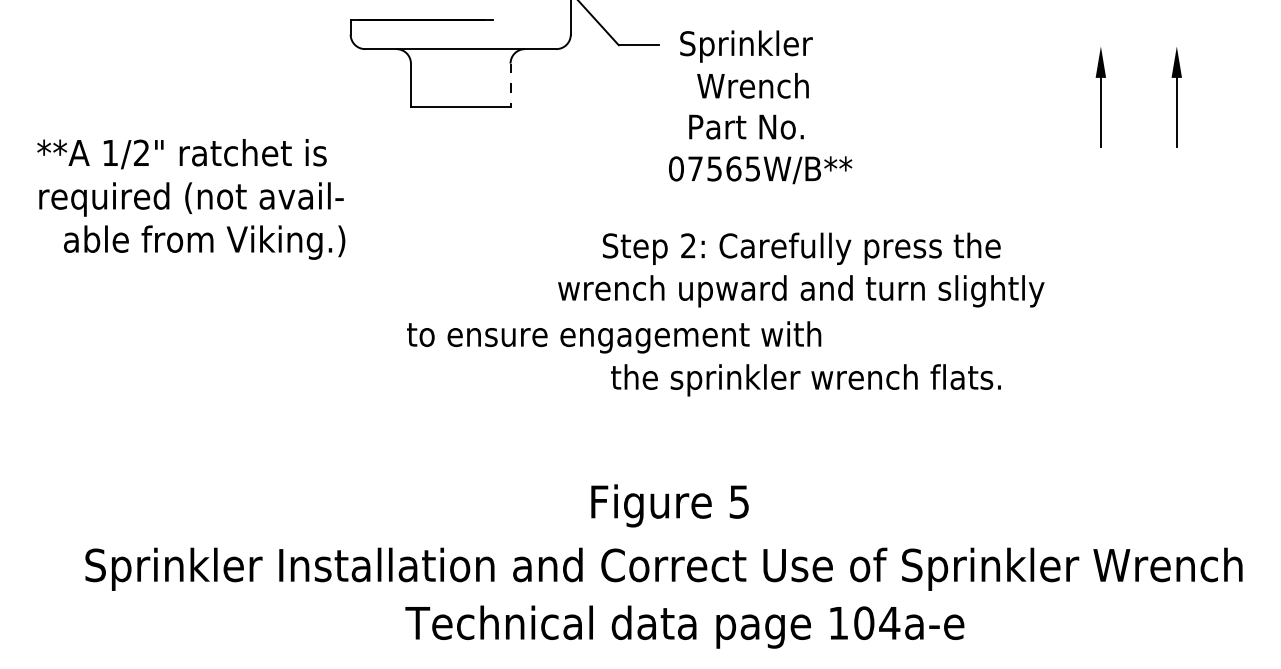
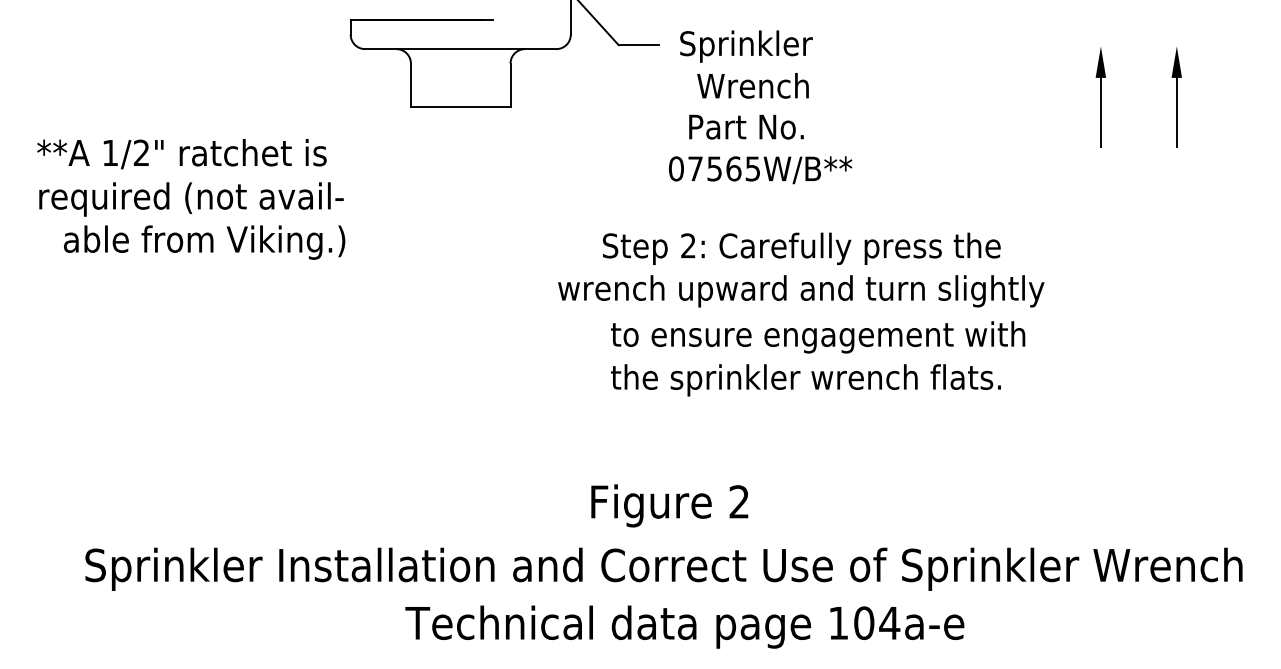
line at (510, 85): dashed -> solid
text at (614, 337) position: (614, 337) -> (818, 337)
text at (738, 501): 5 -> 2
